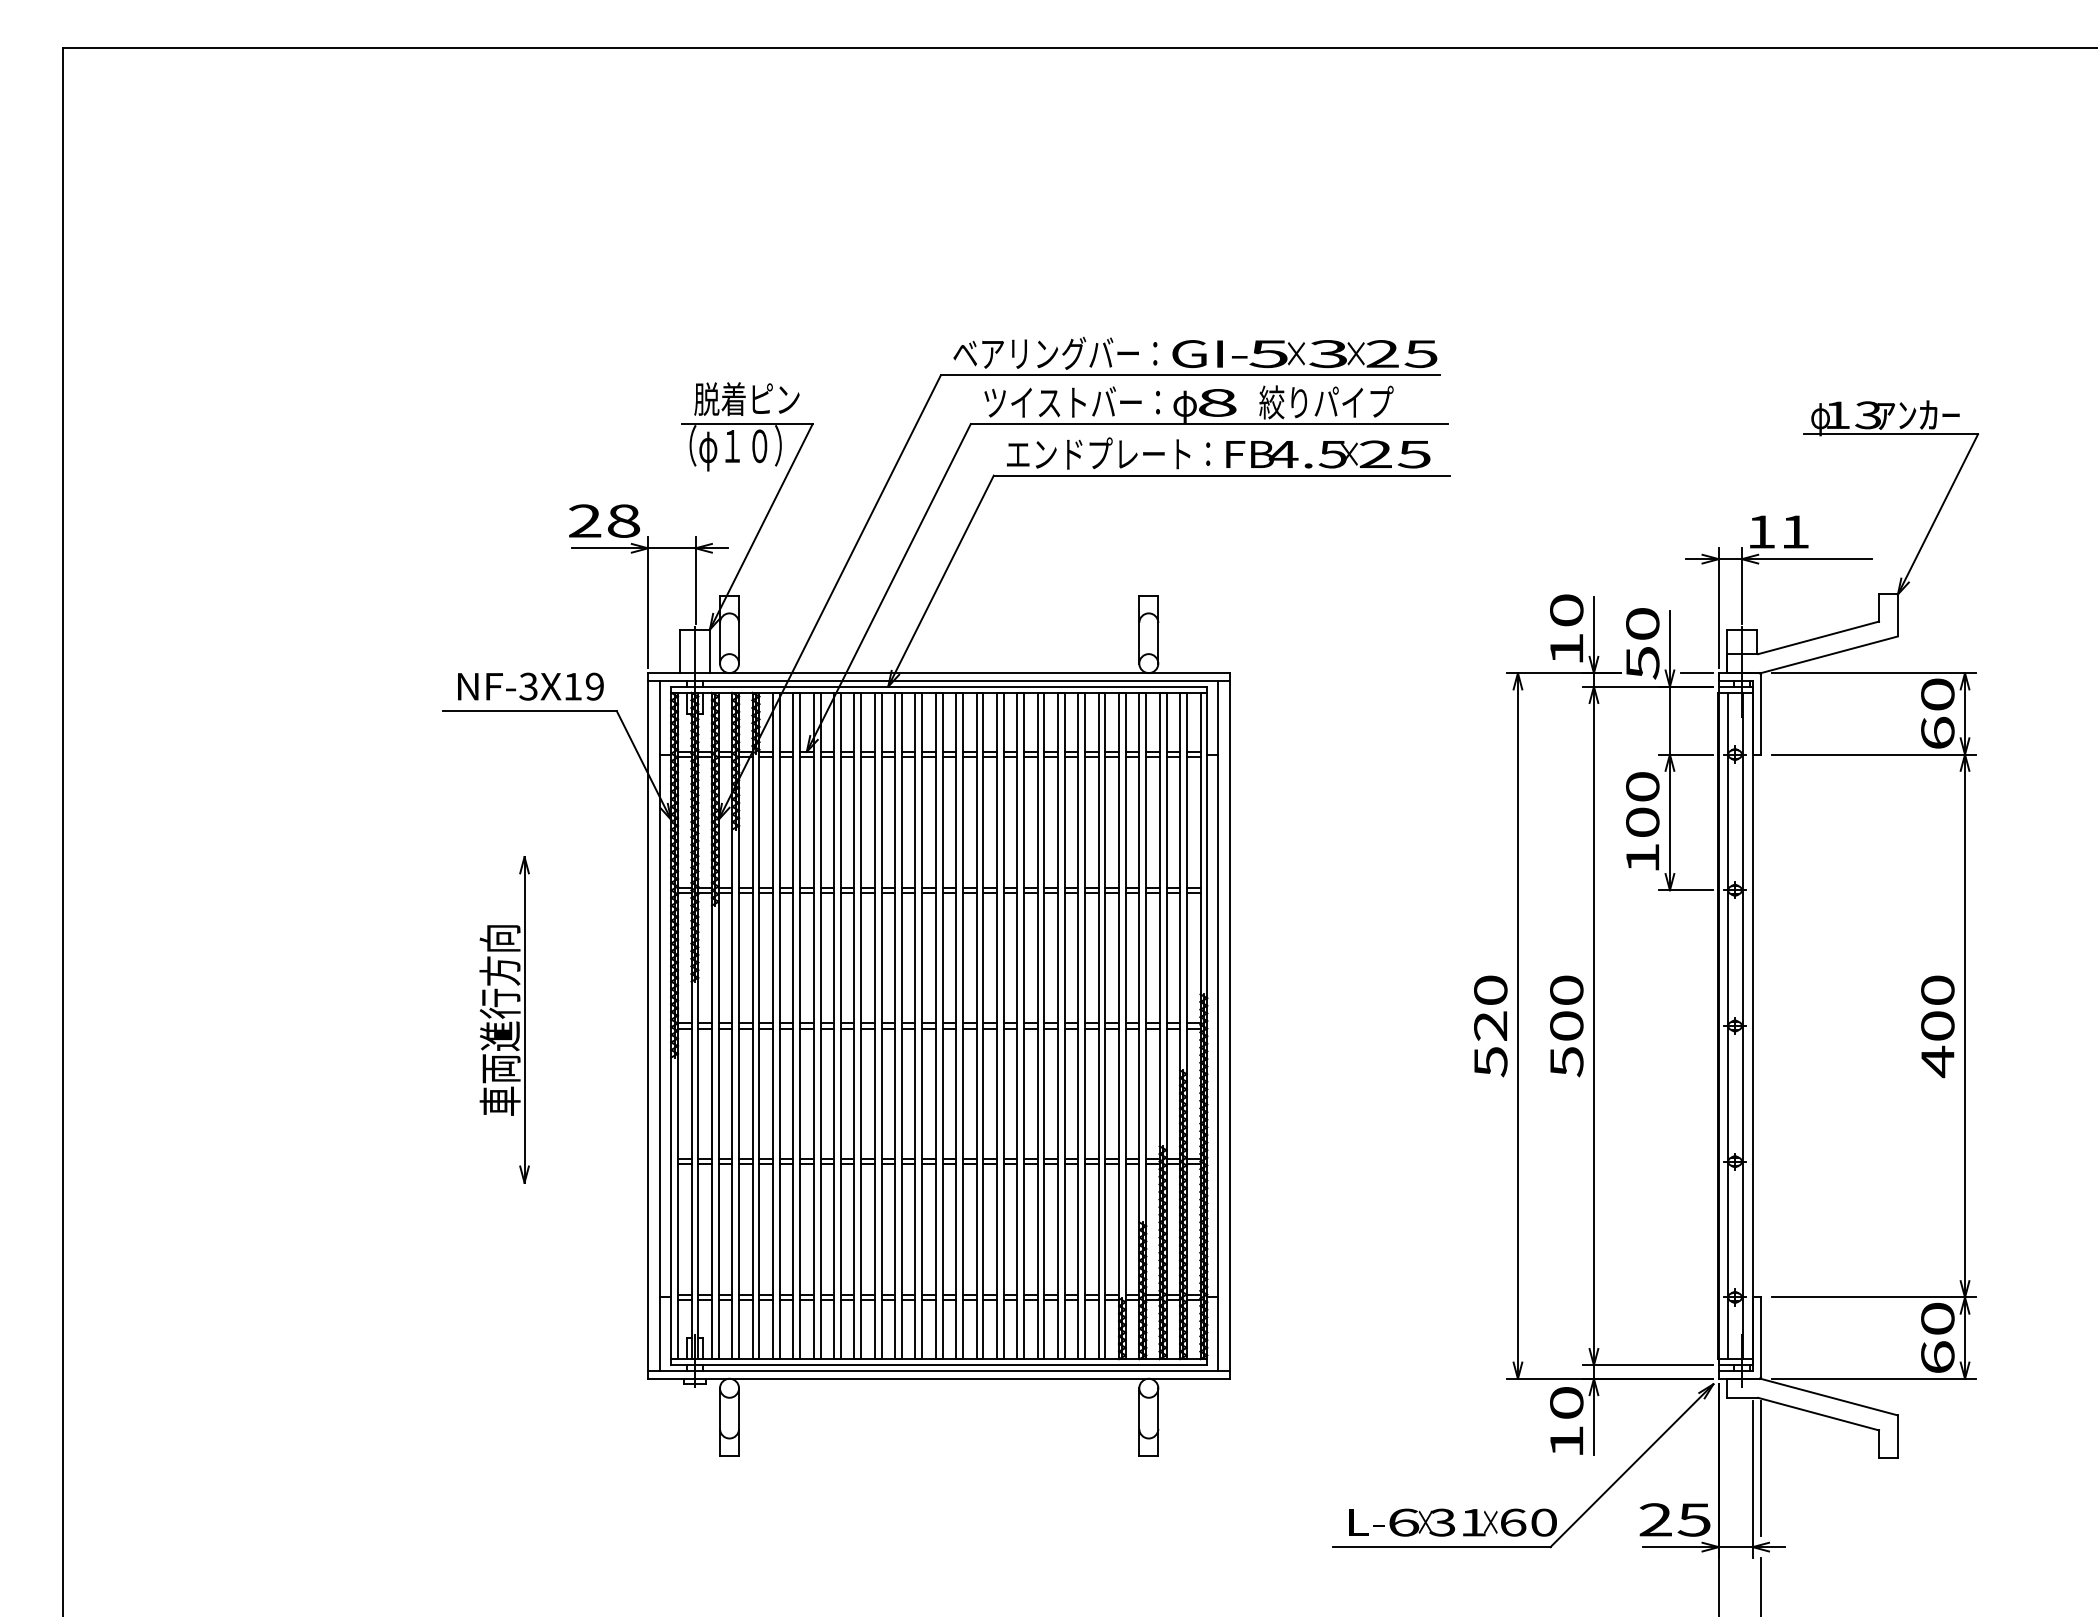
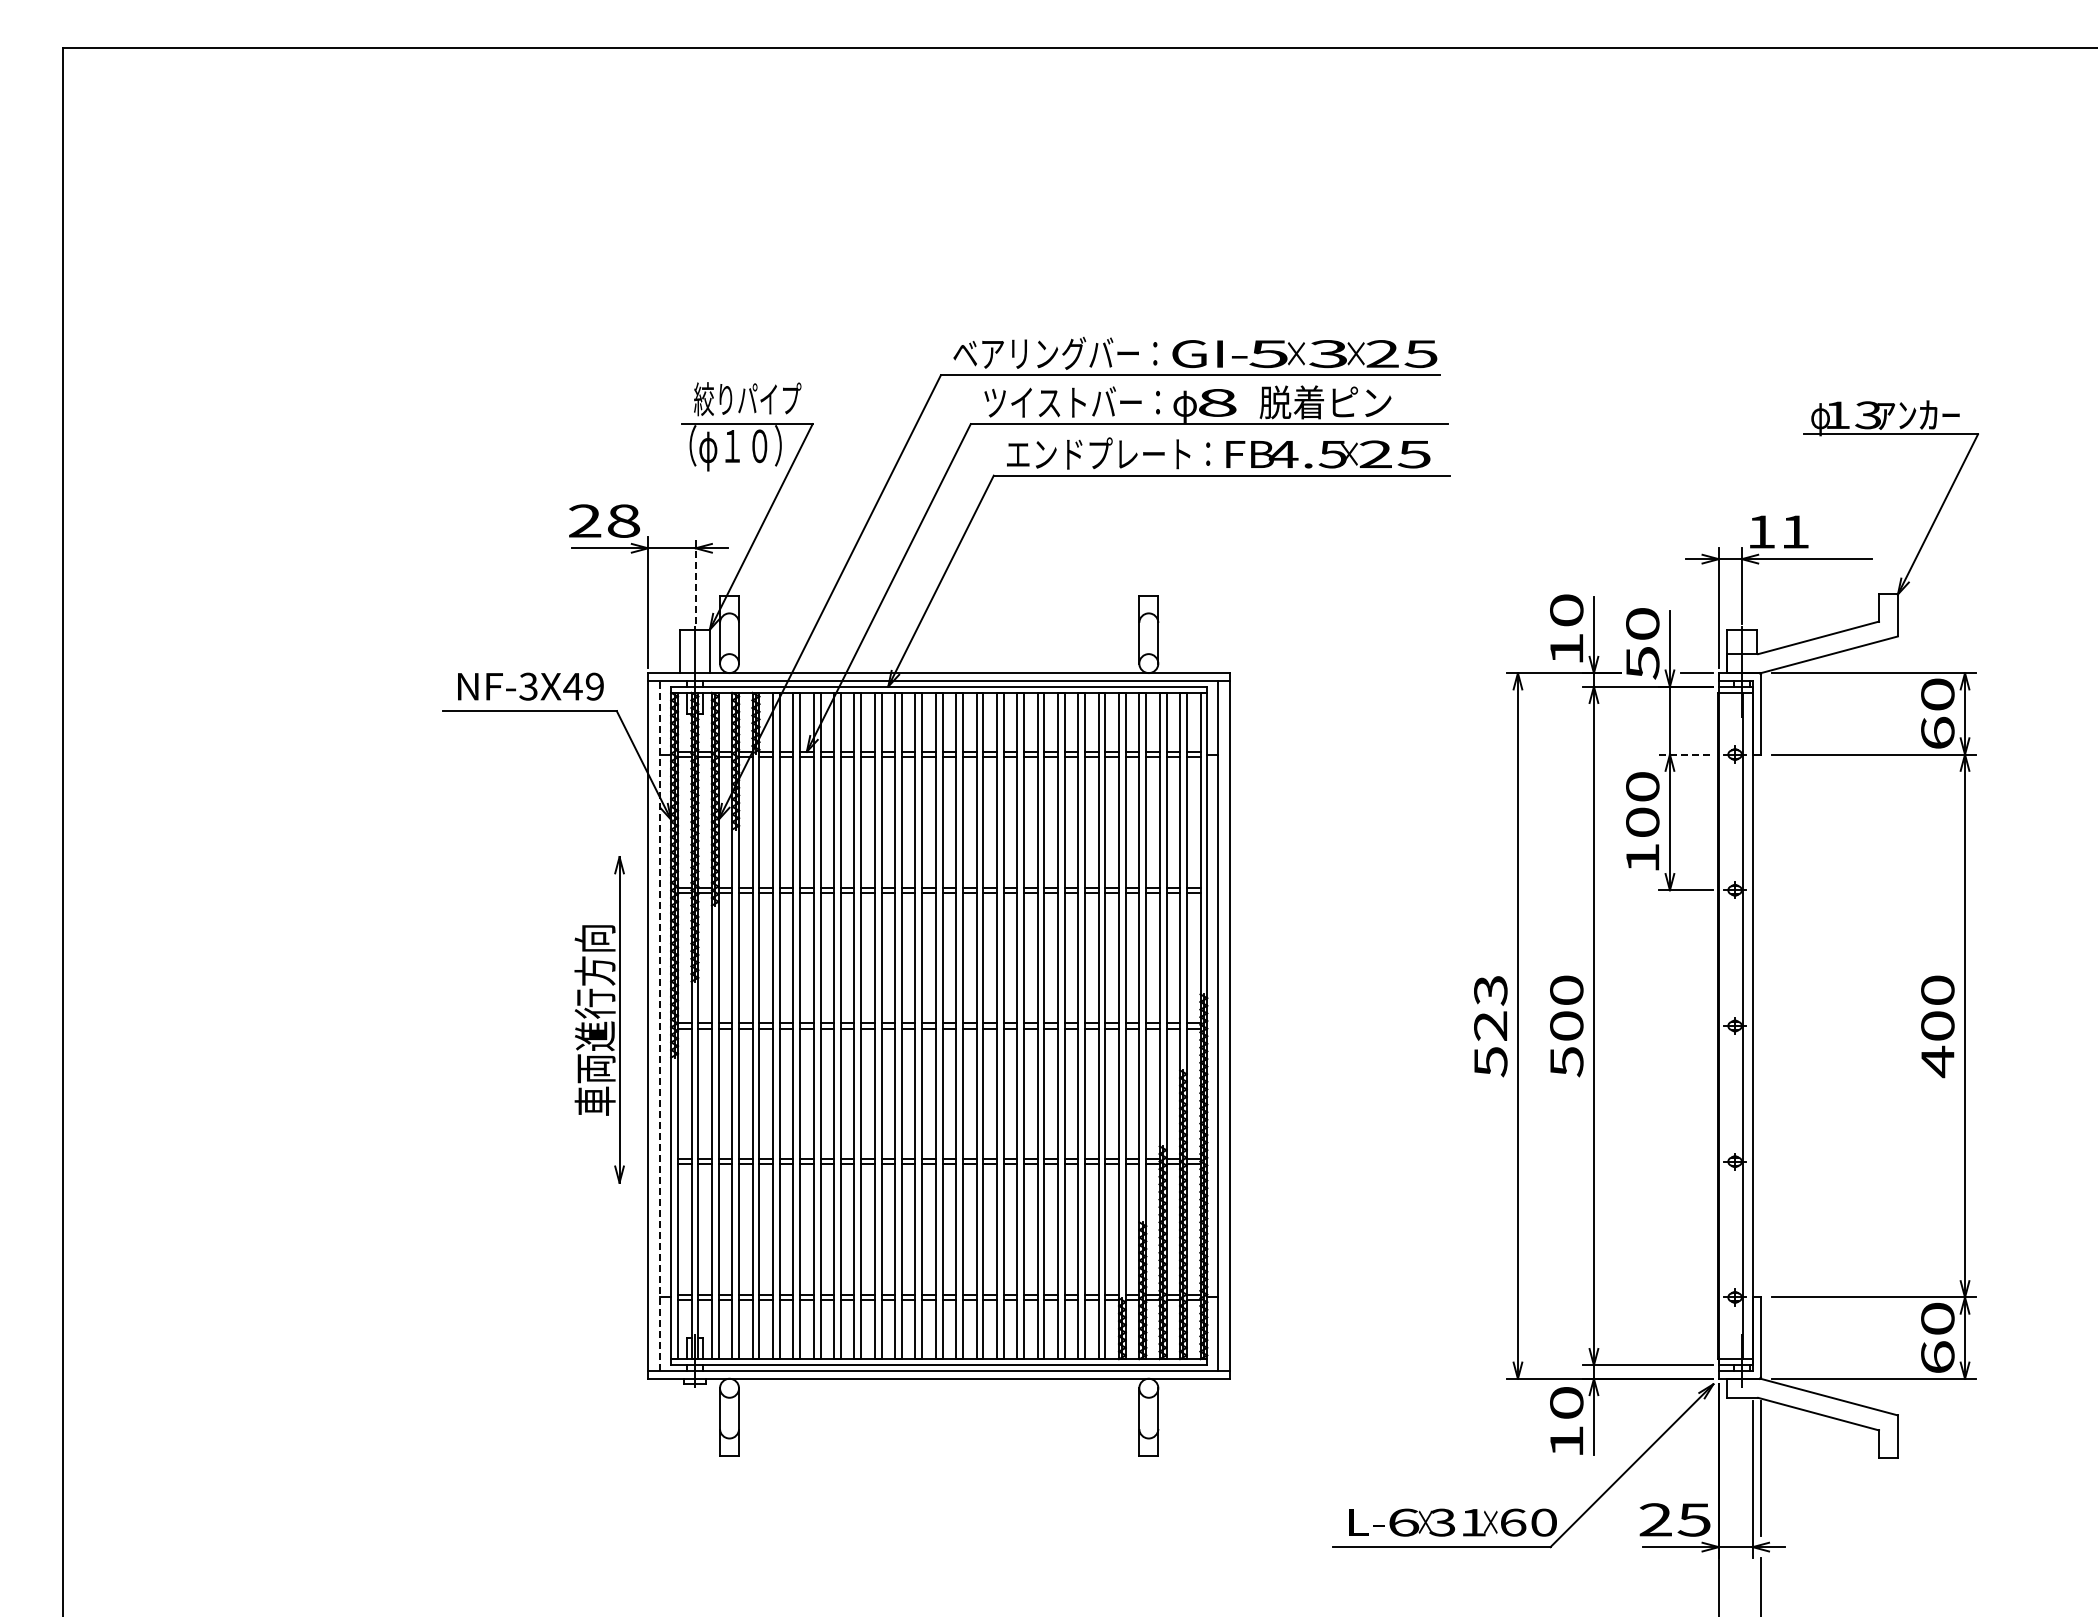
text at (747, 399): 脱着ピン -> 絞りパイプ
text at (1326, 402): 絞りパイプ -> 脱着ピン
line at (695, 580): solid -> dashed
text at (572, 686): NF-3X19 -> NF-3X49
line at (1686, 754): solid -> dashed
text at (1490, 990): 520 -> 523
part at (504, 1019) position: (504, 1019) -> (599, 1019)
line at (1728, 1025): present -> none
line at (660, 1026): solid -> dashed
